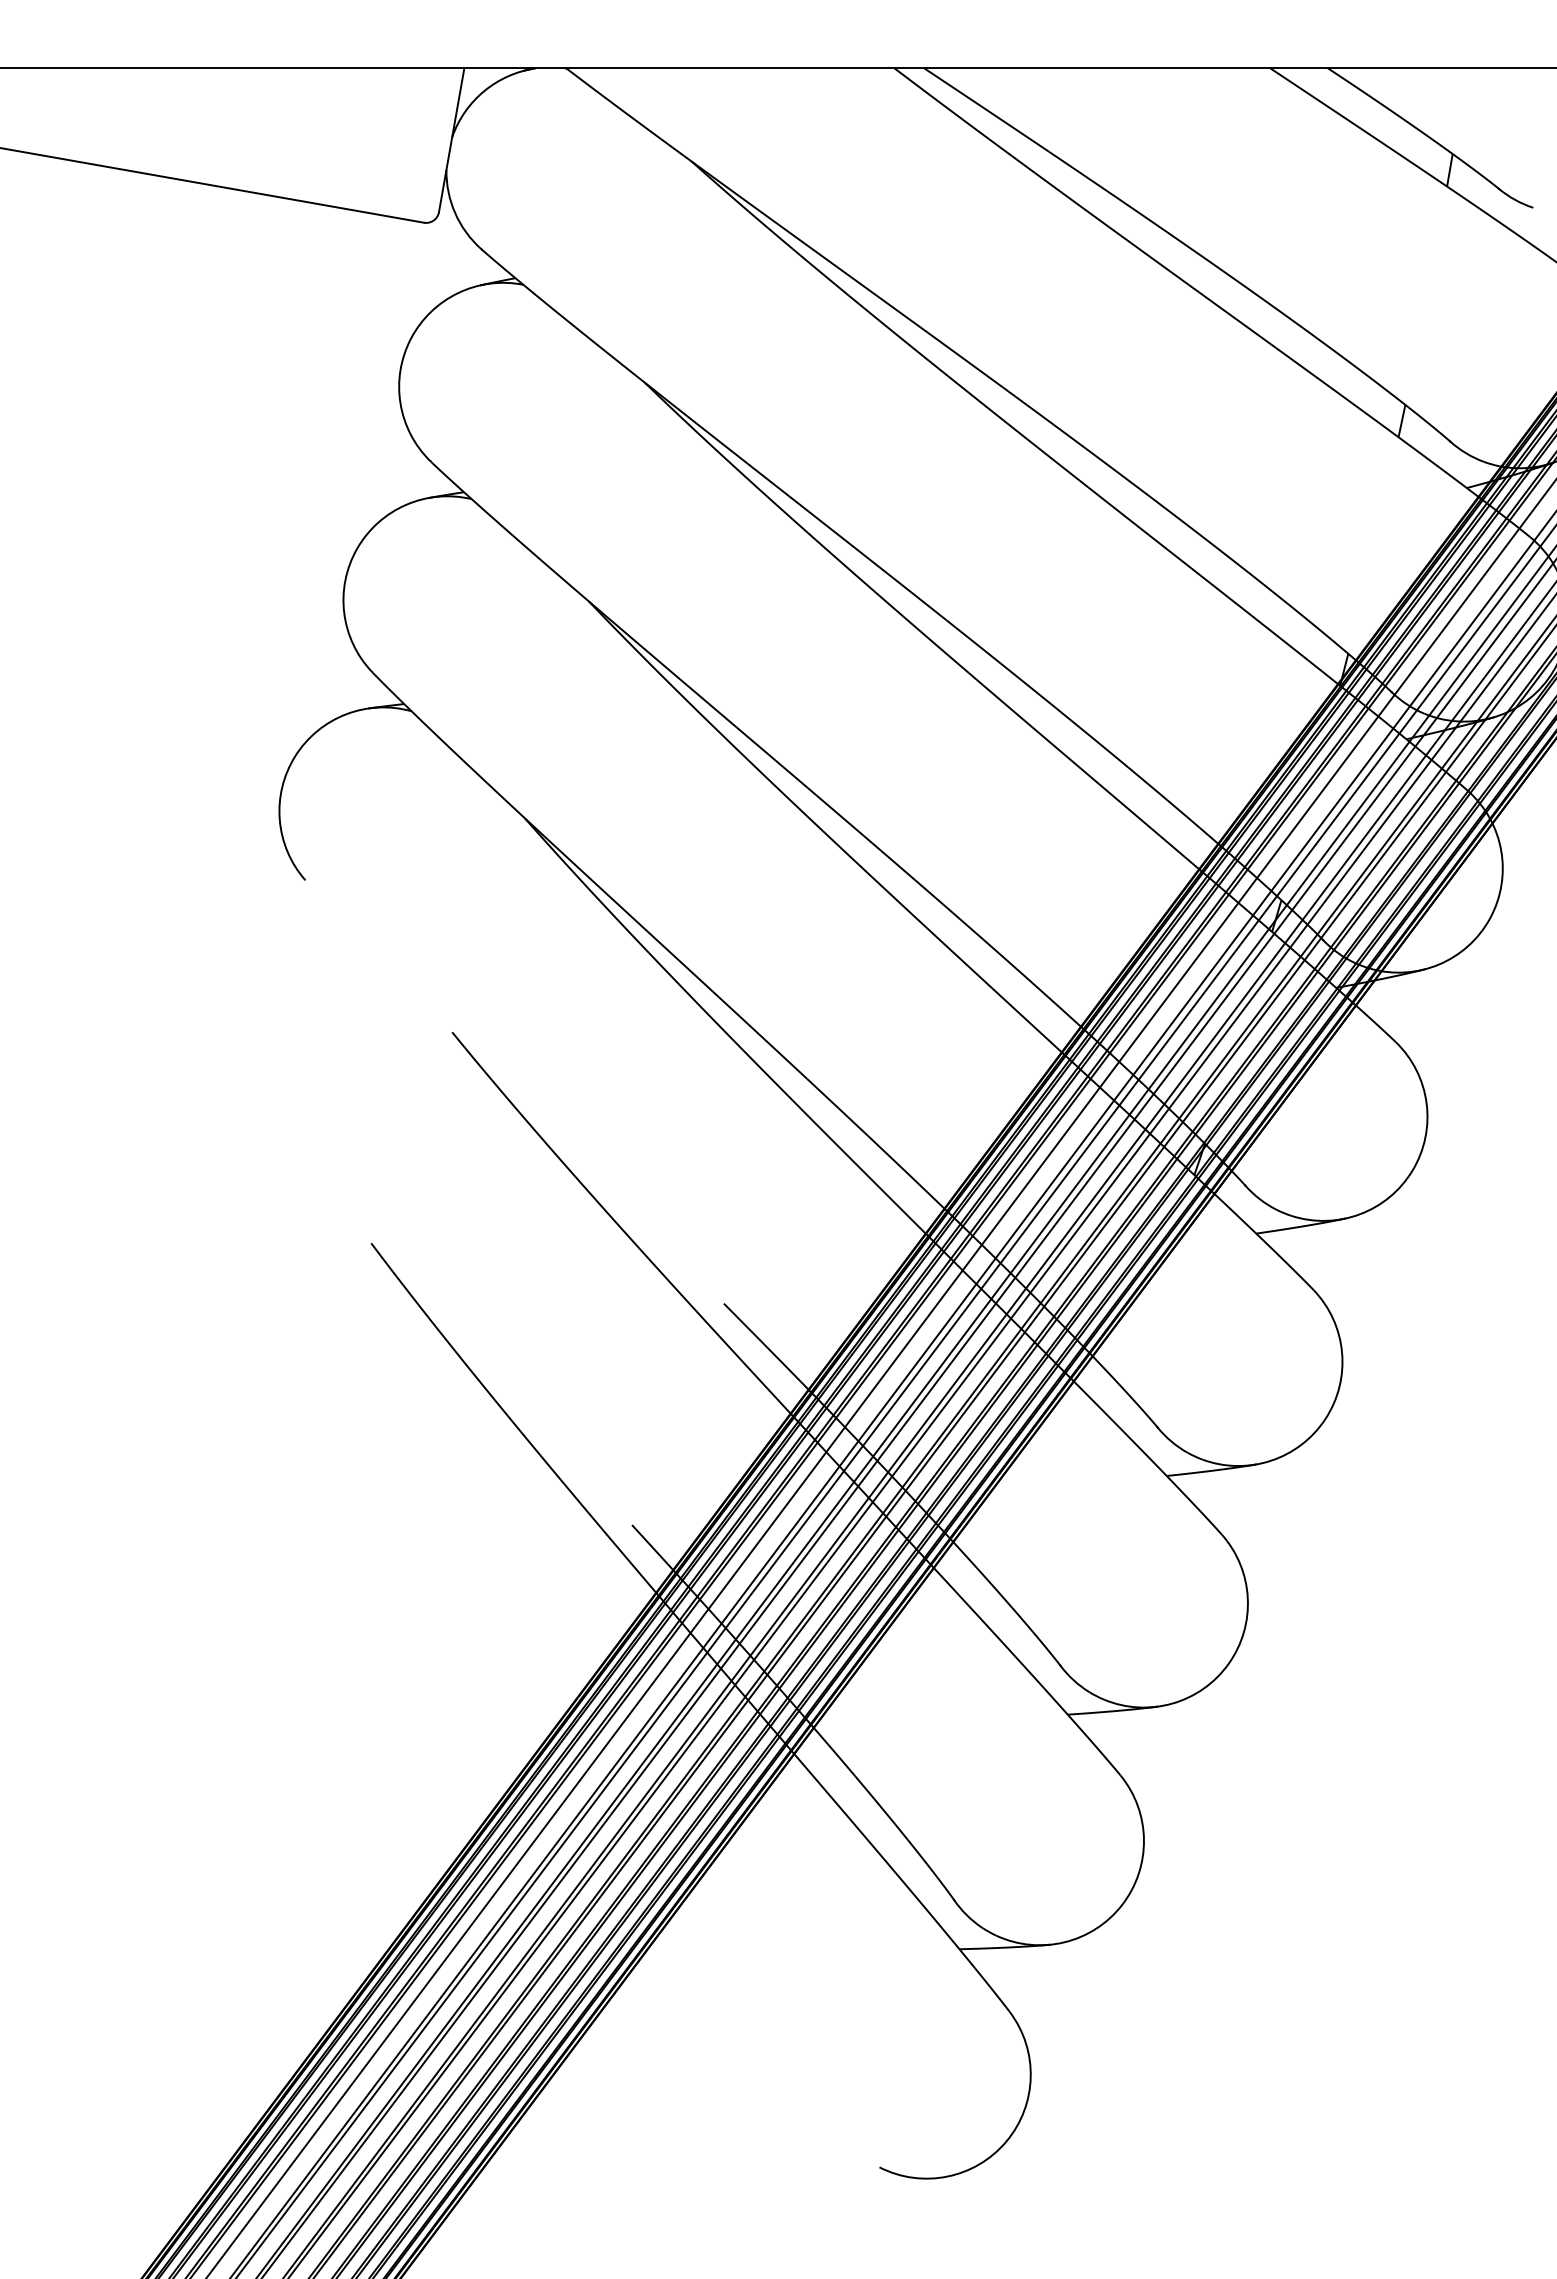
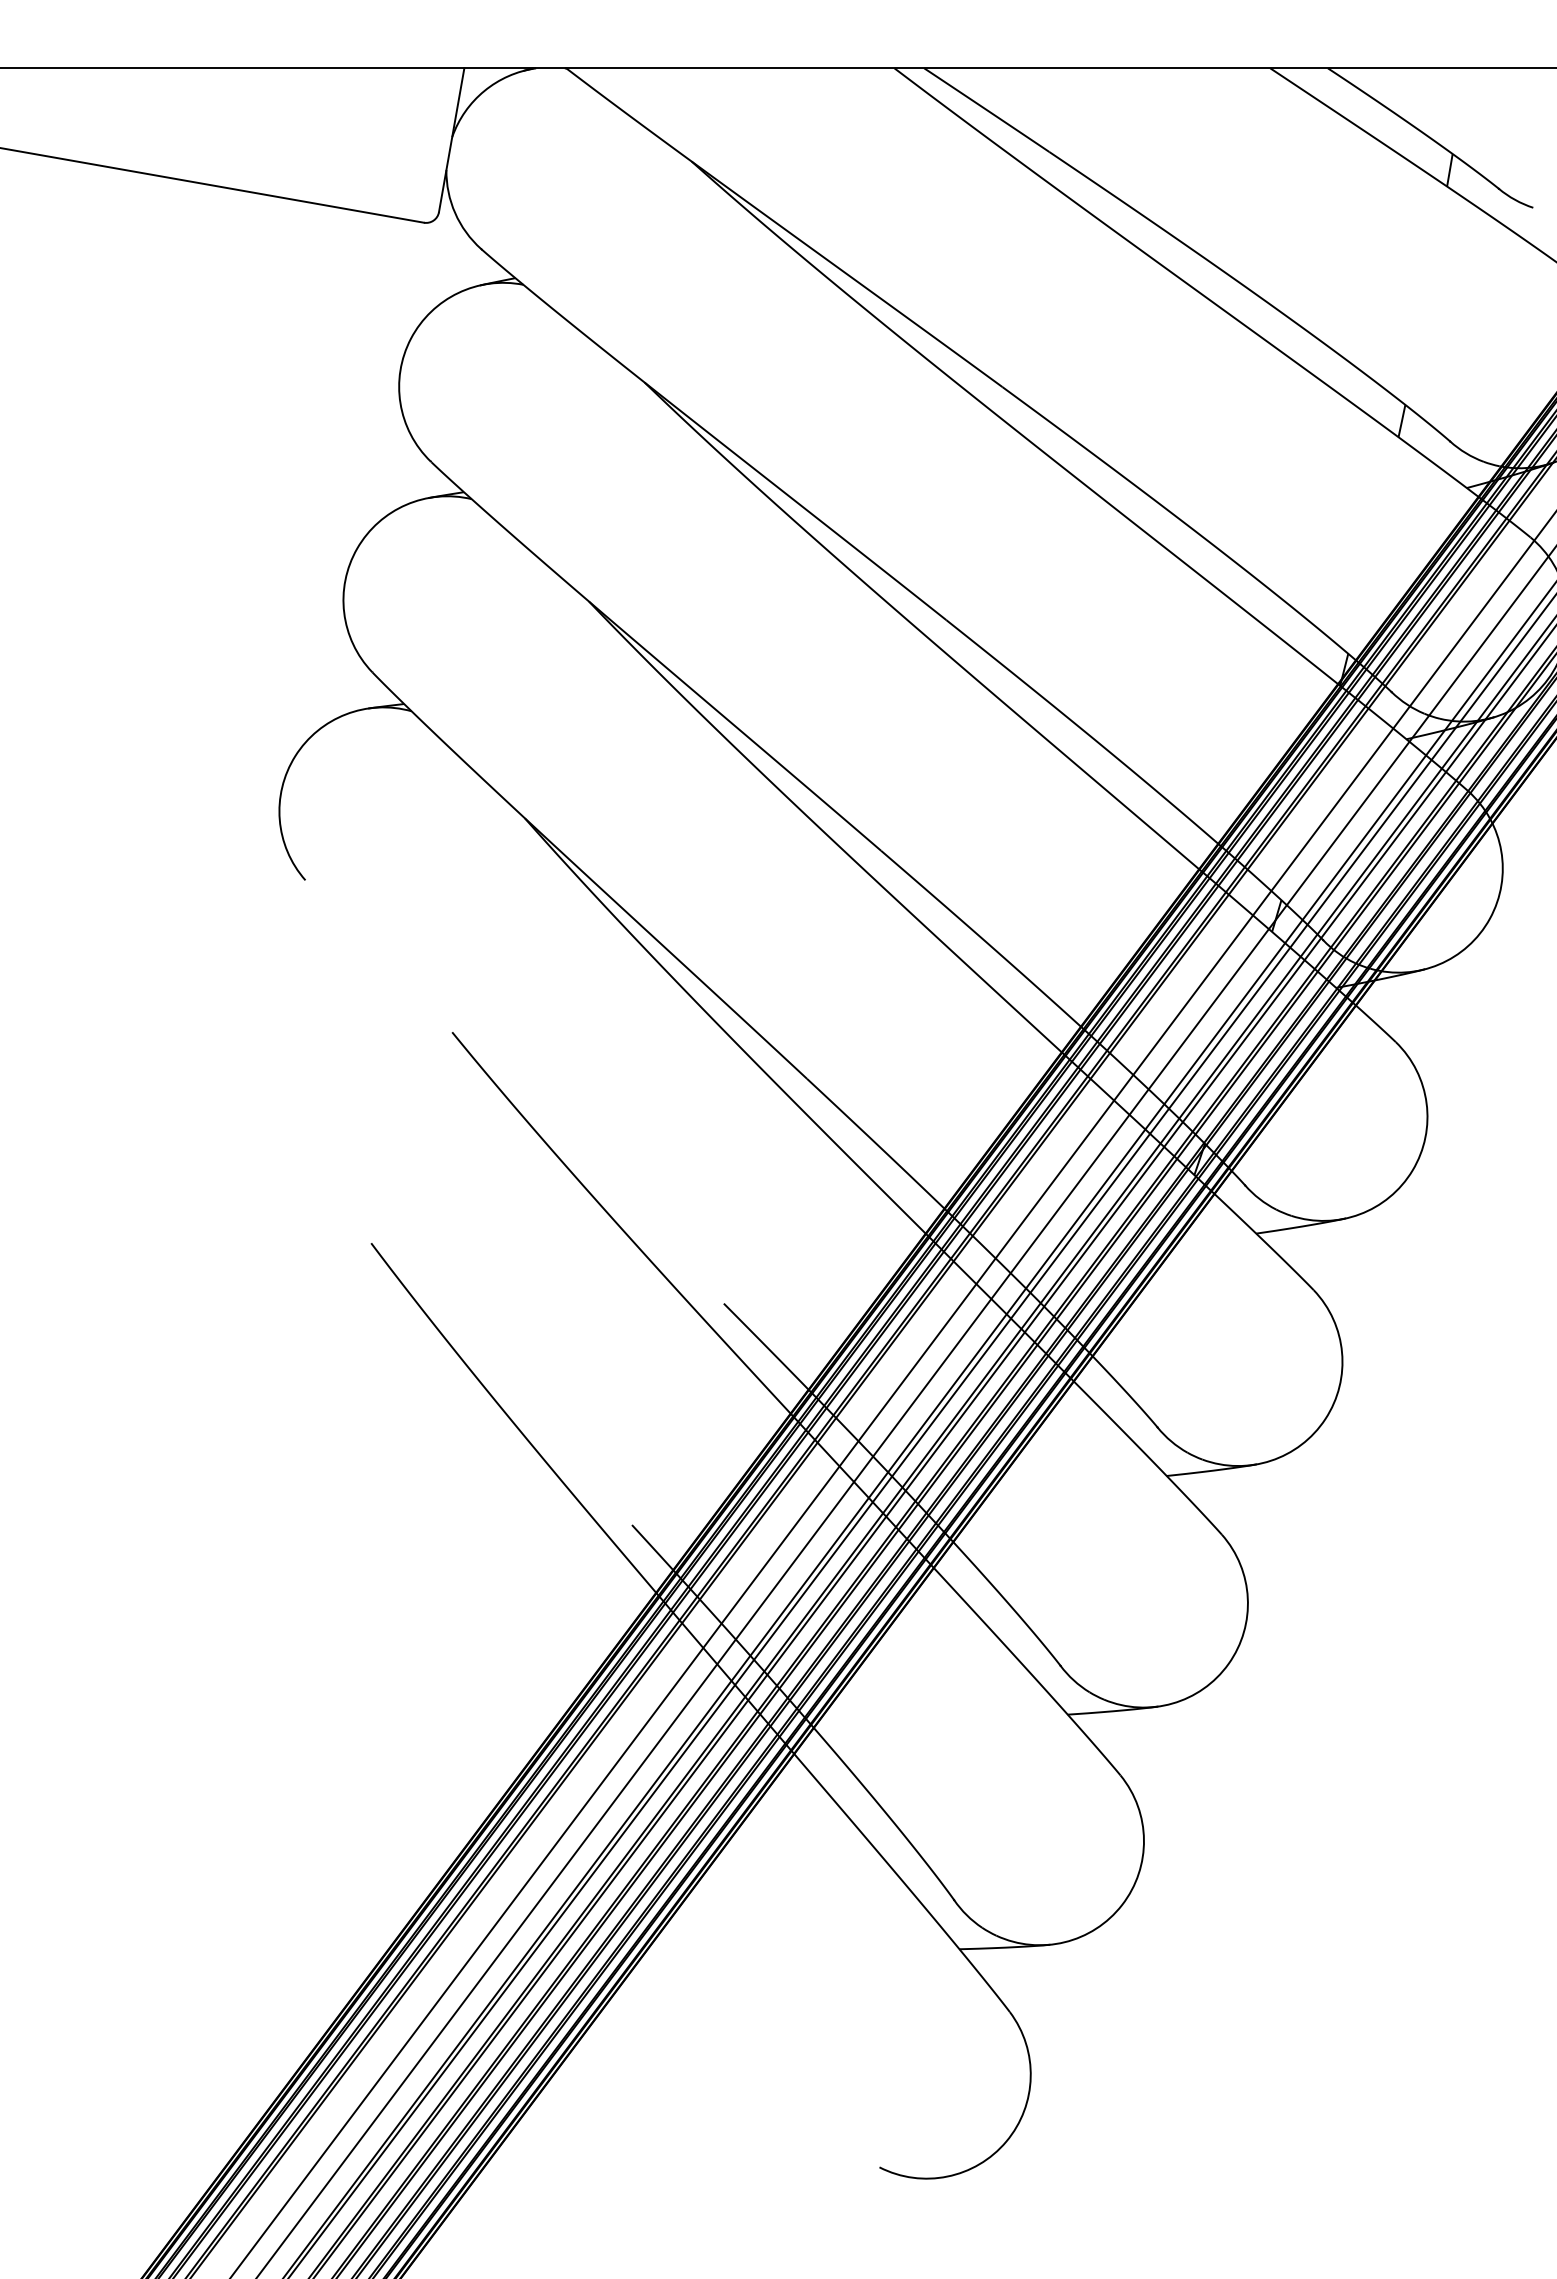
line at (880, 1378): present -> none
line at (895, 1401): present -> none
line at (908, 1418): present -> none
